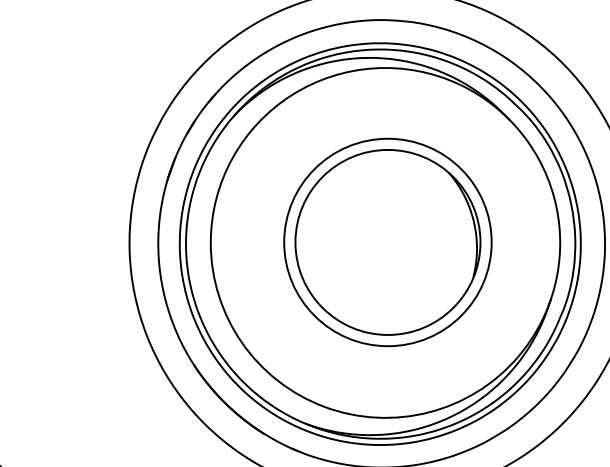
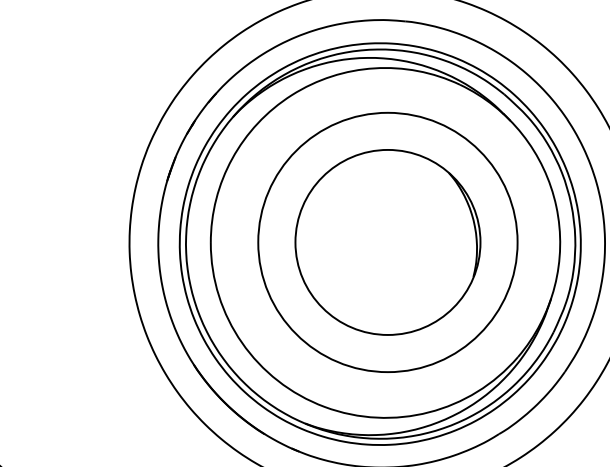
circle at (387, 242) diameter: 207 px -> 259 px
